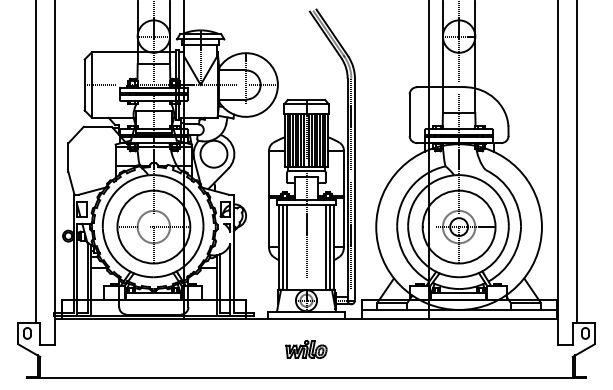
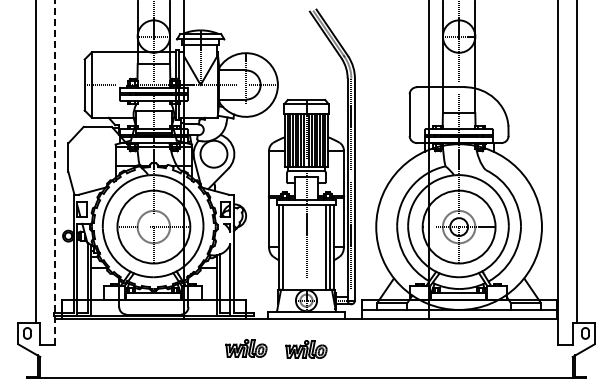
line at (54, 172): solid -> dashed
line at (286, 247): present -> none
part at (246, 348): none -> present
